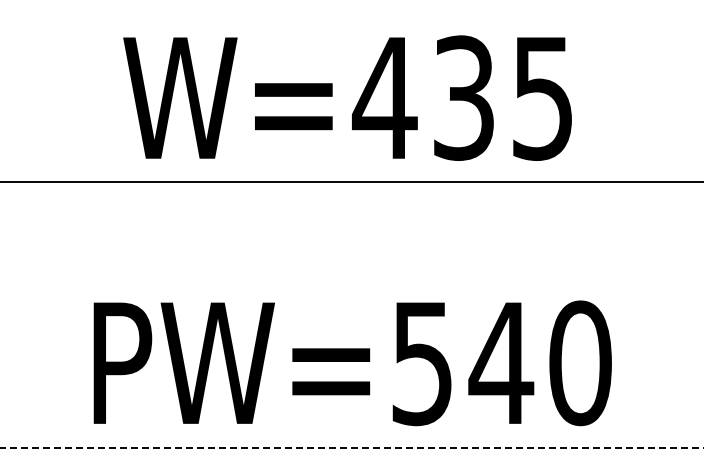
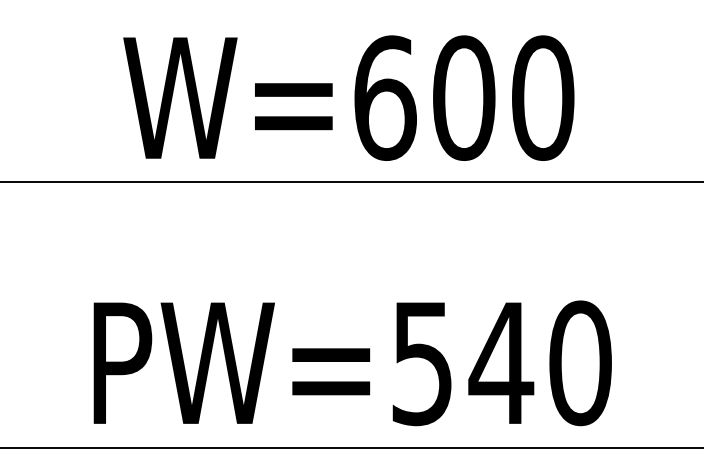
text at (463, 97): W=435 -> W=600
line at (351, 447): dashed -> solid
